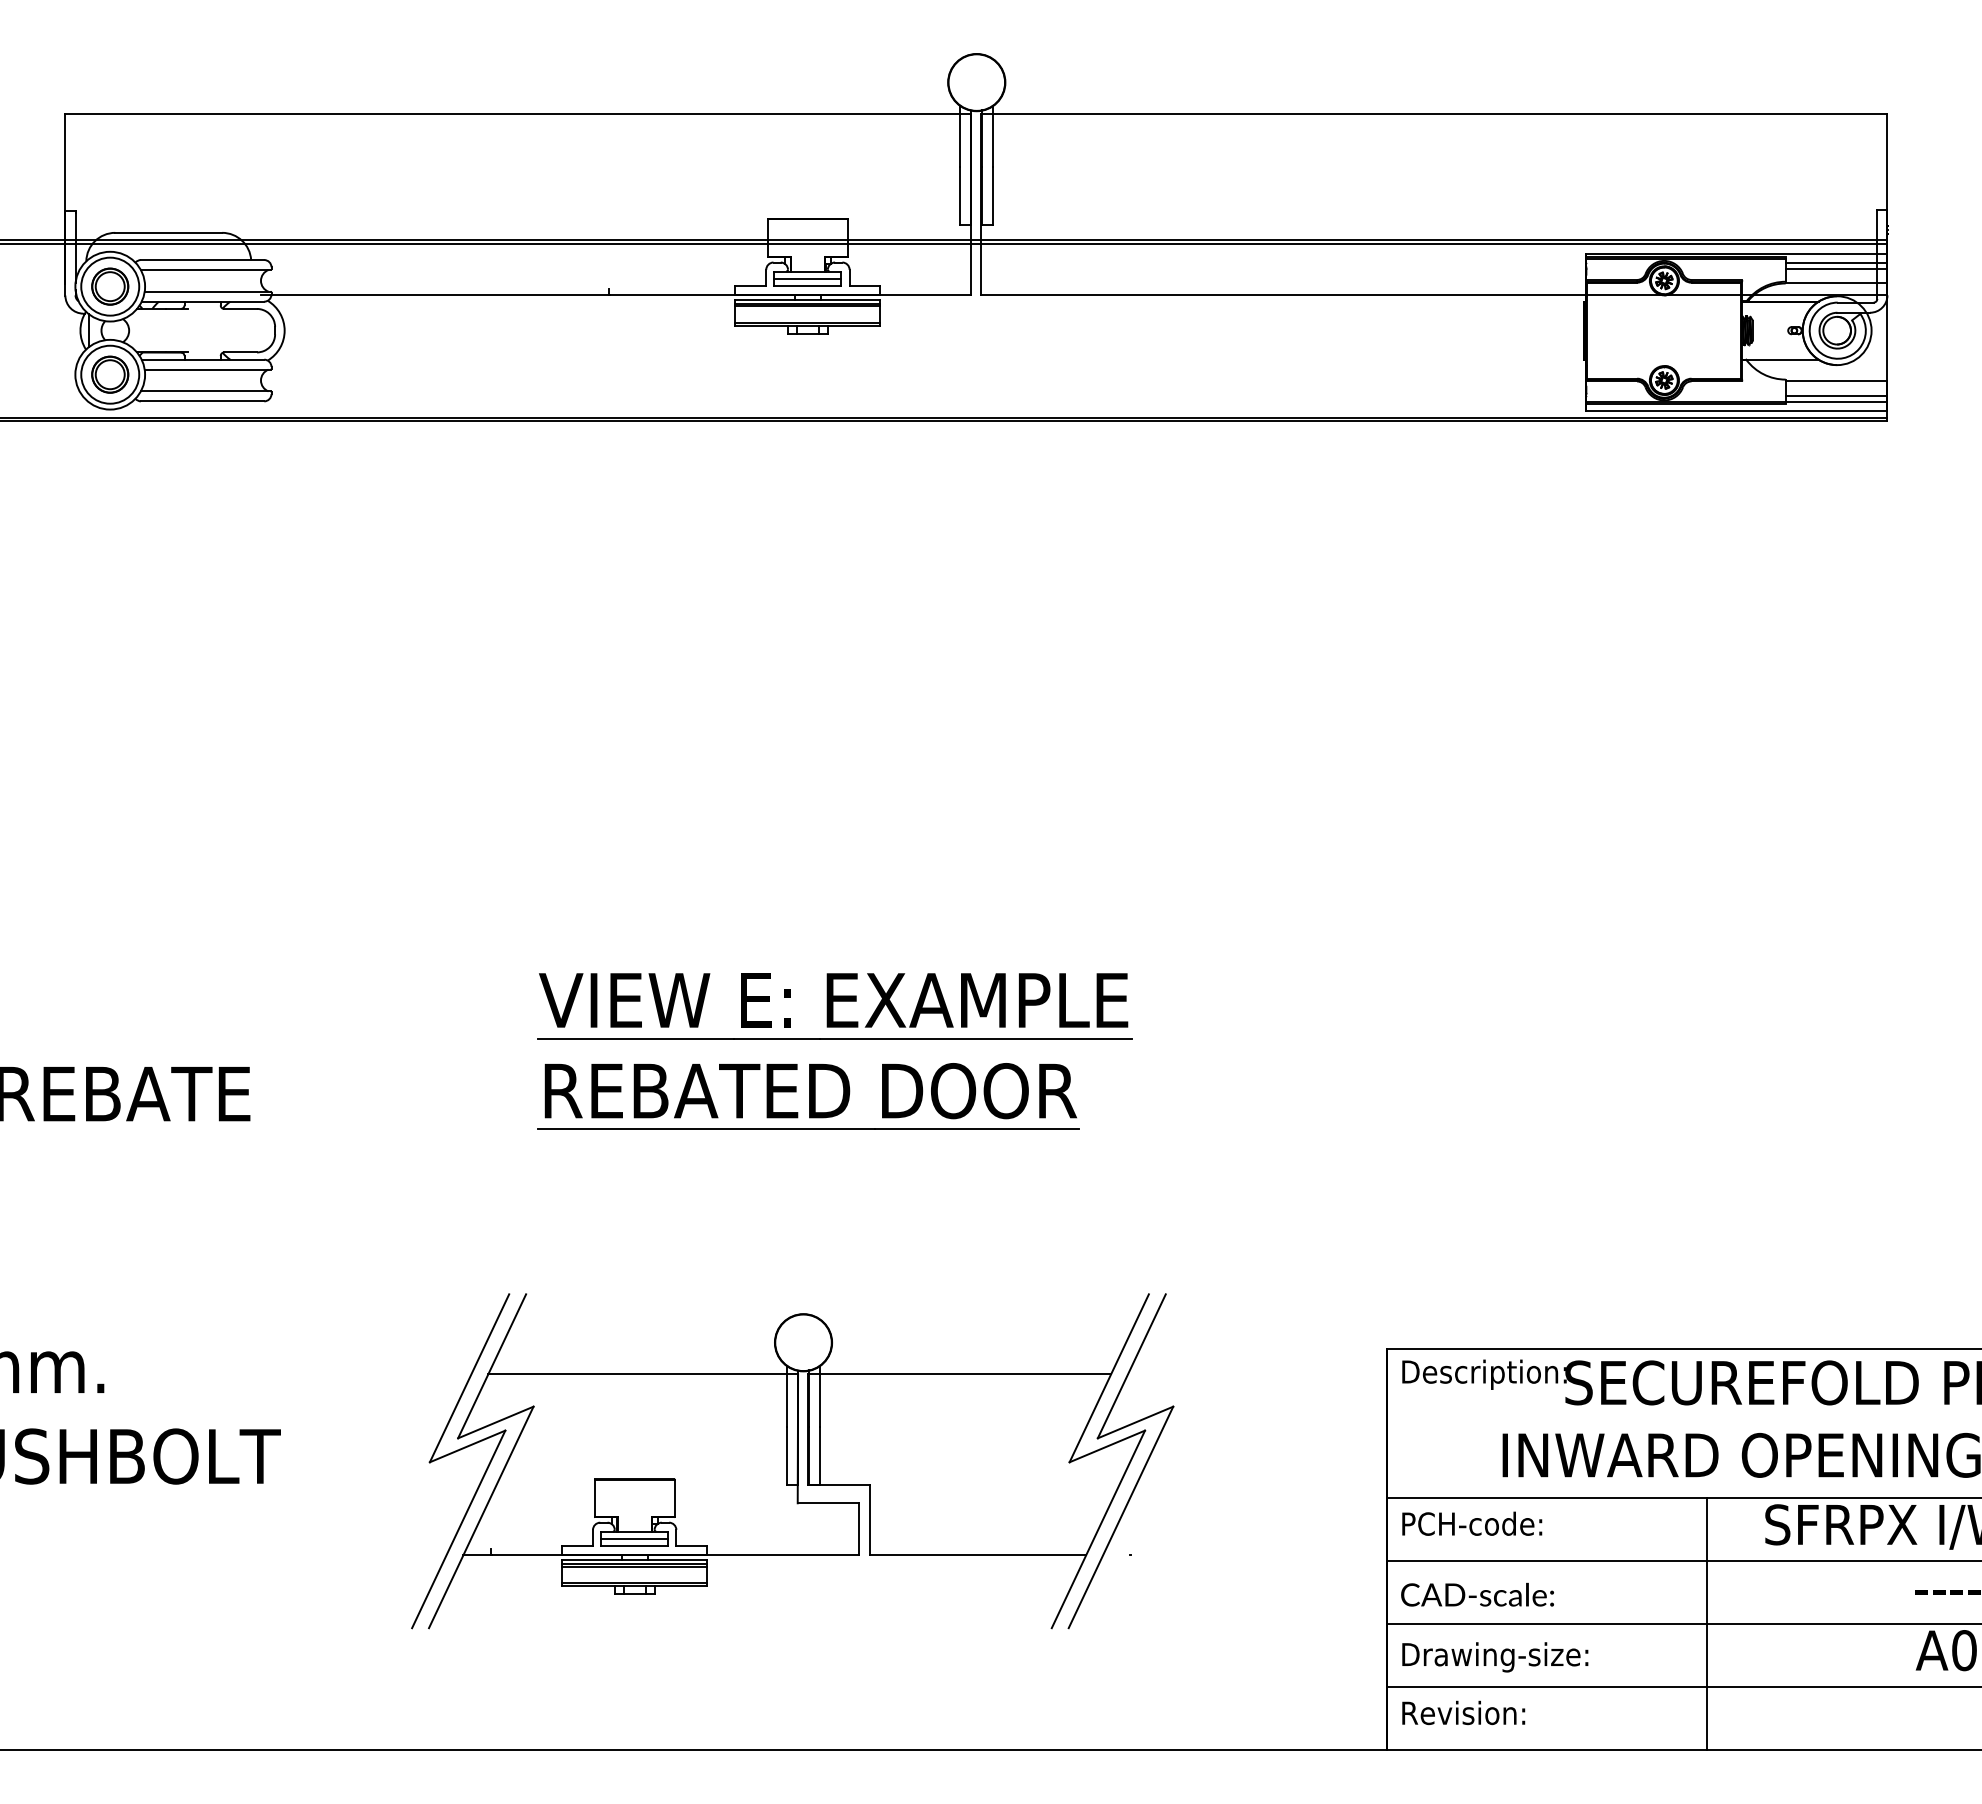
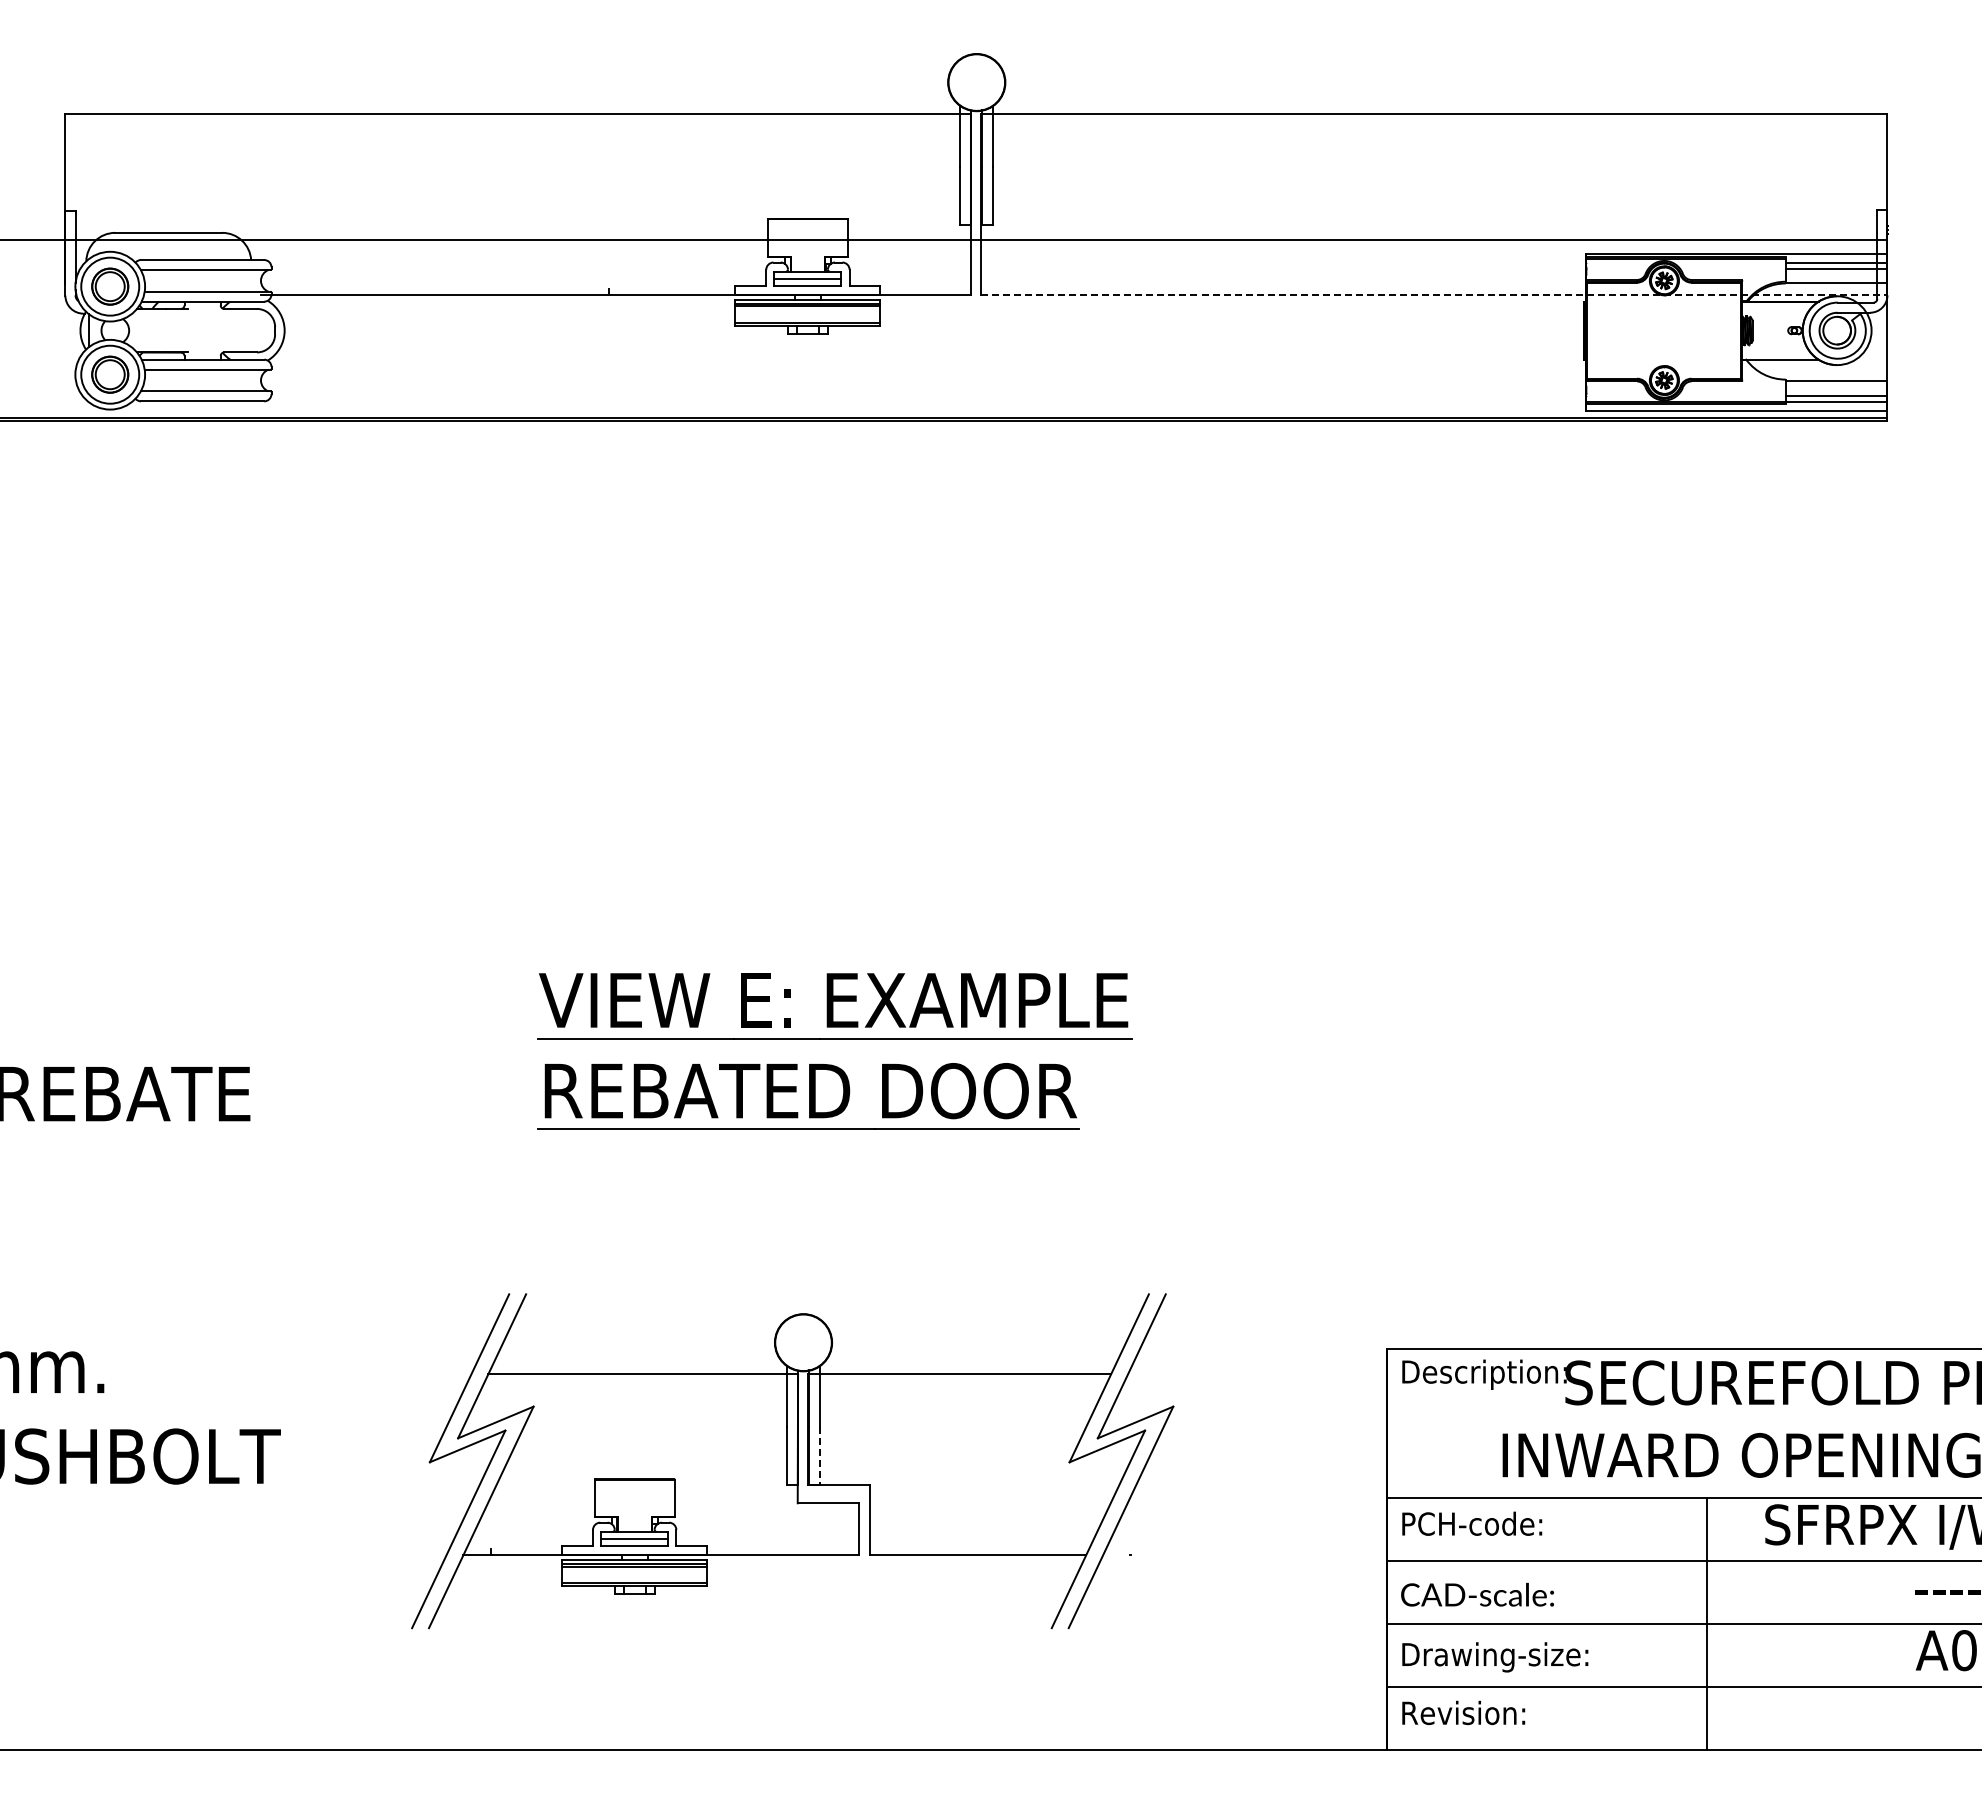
line at (944, 243): present -> none
line at (1434, 295): solid -> dashed
line at (819, 1456): solid -> dashed
